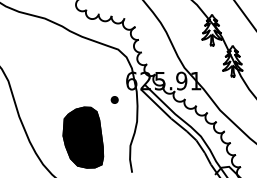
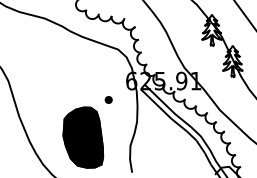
part at (114, 99) position: (114, 99) -> (108, 99)
